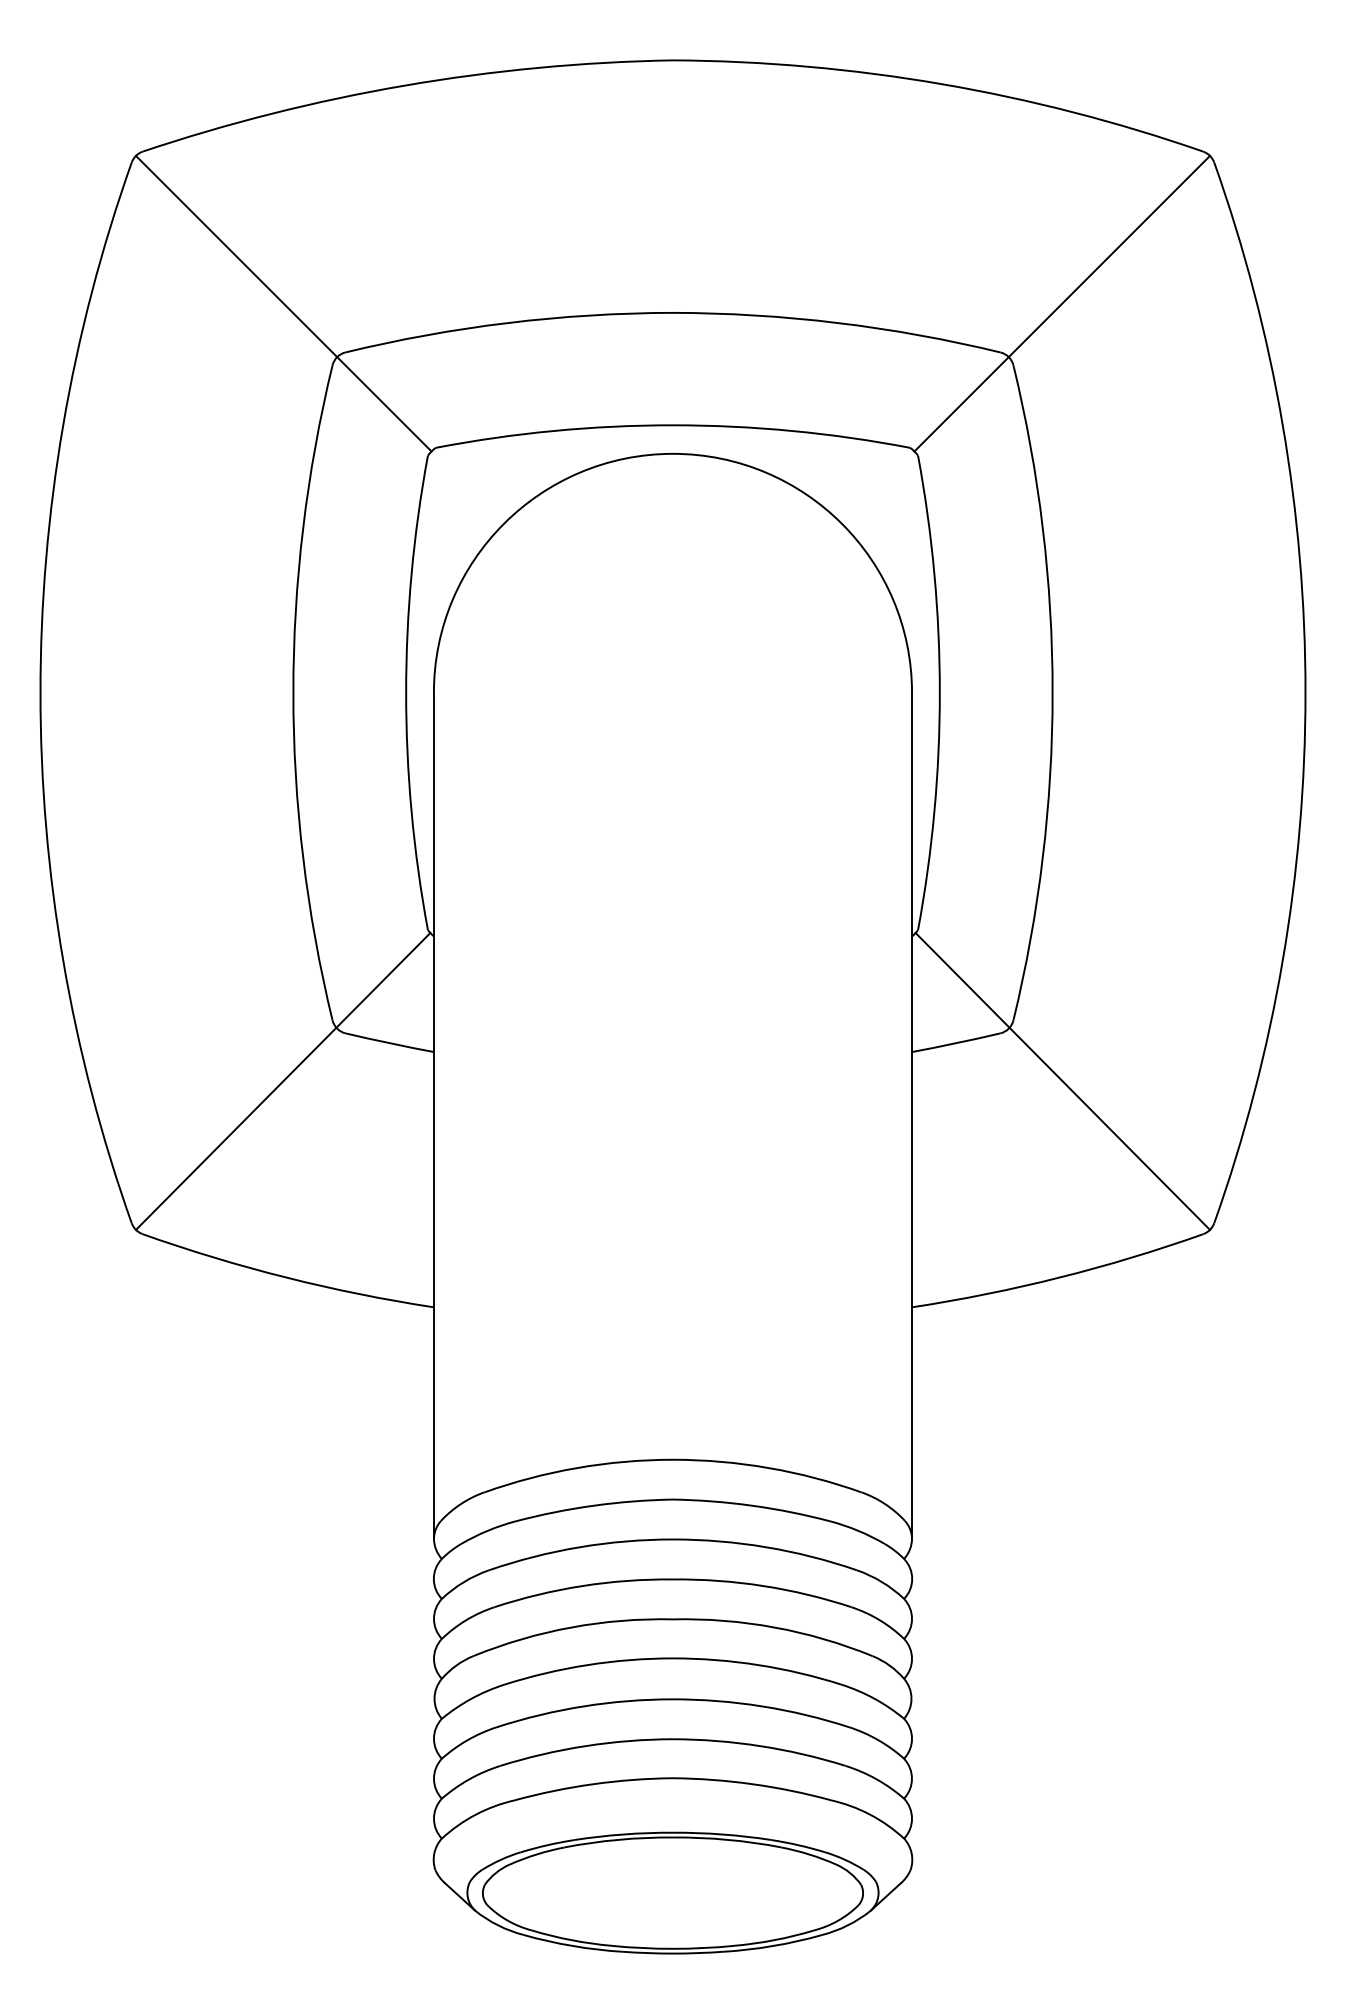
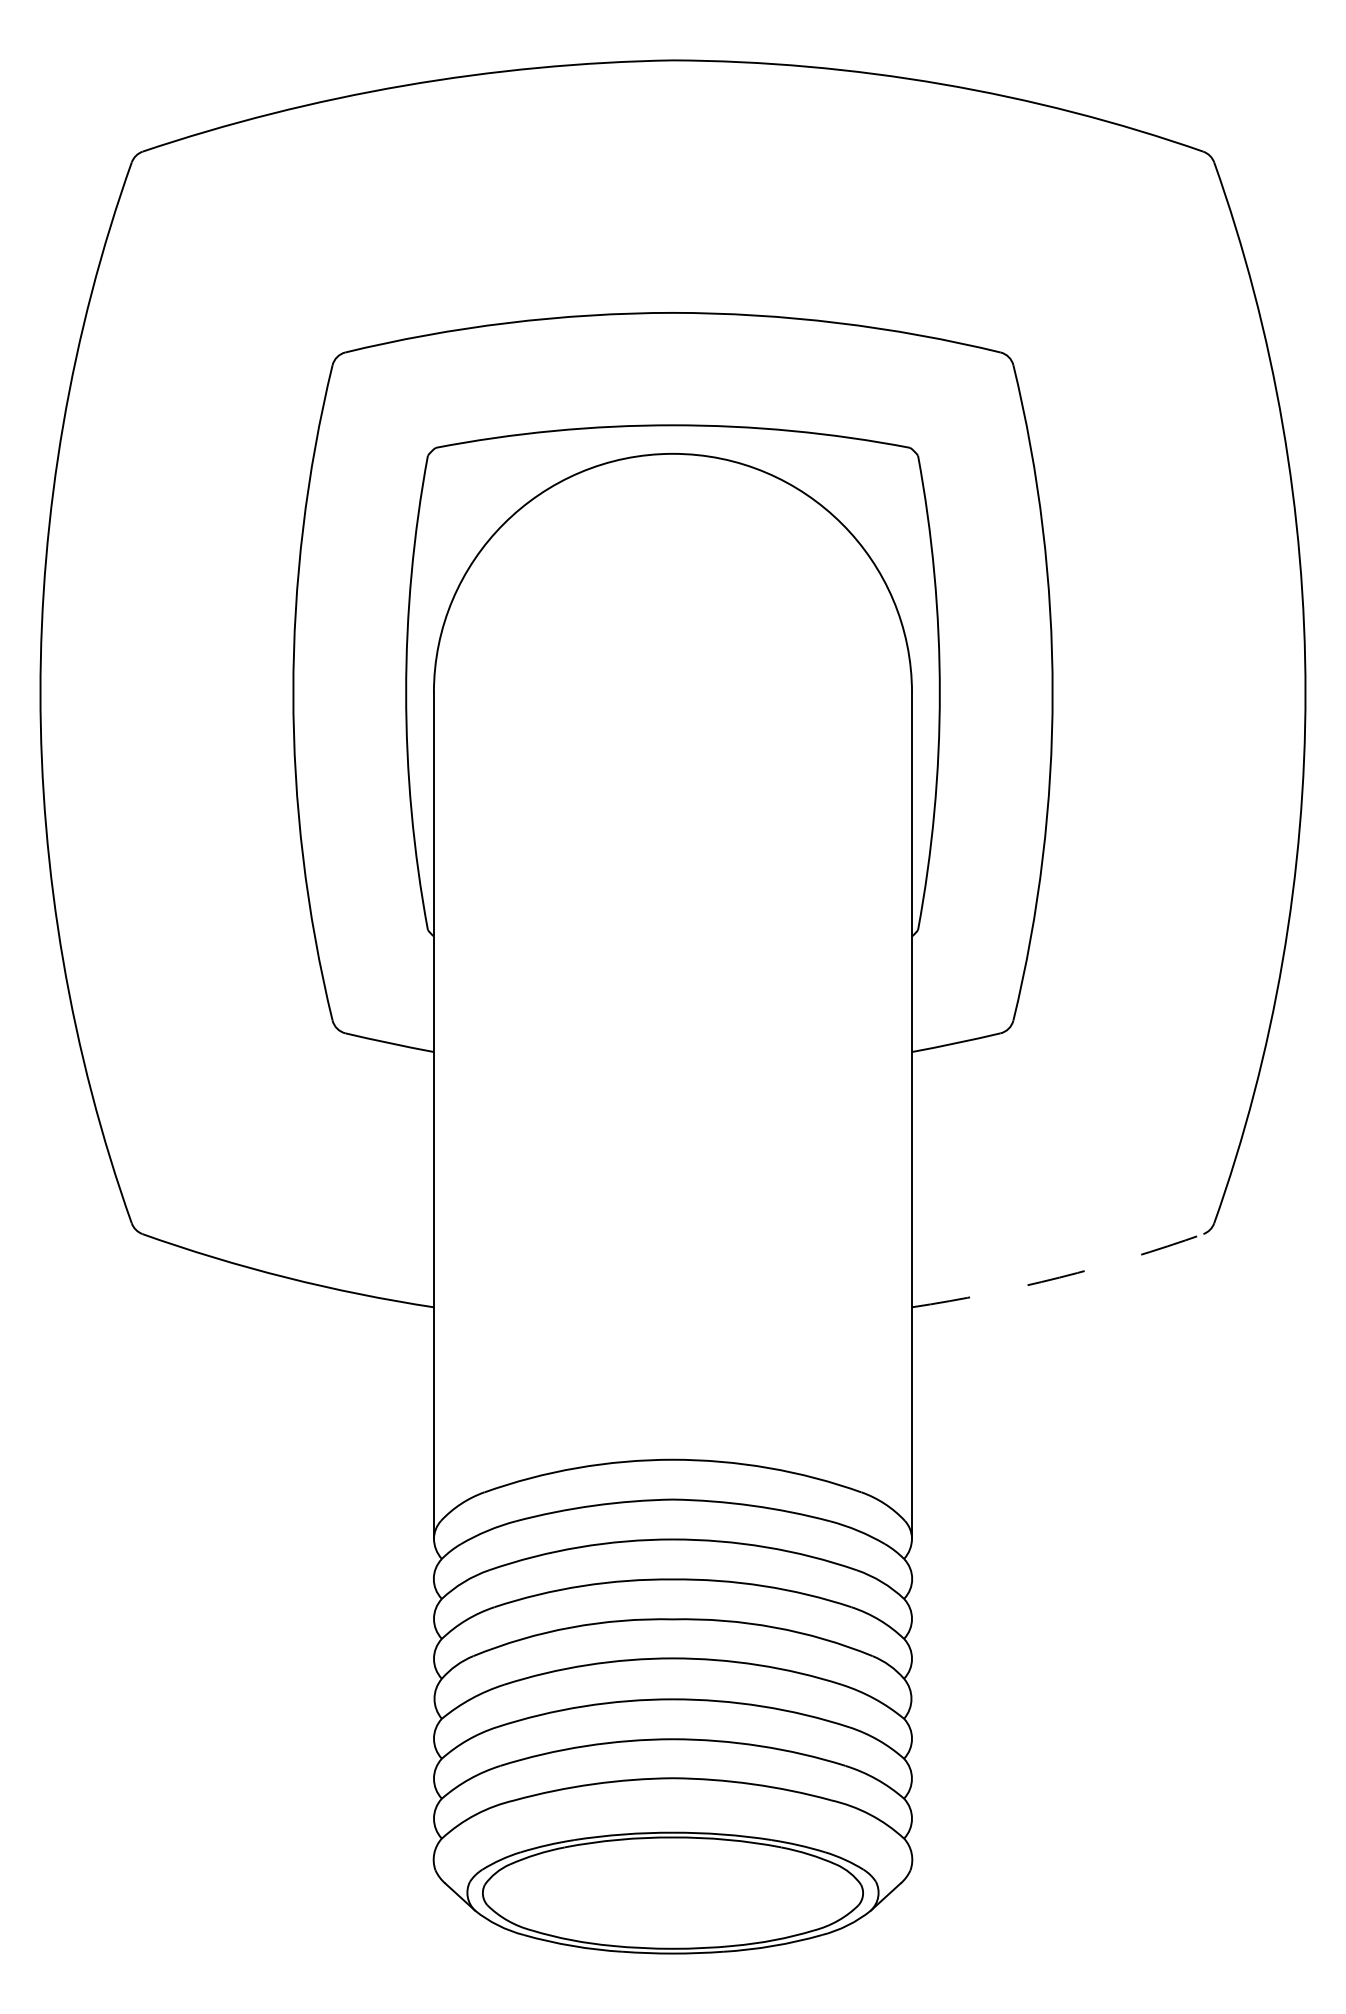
line at (283, 303): present -> none
line at (1062, 303): present -> none
line at (282, 1081): present -> none
line at (1062, 1081): present -> none
arc at (1059, 1277): solid -> dashed
